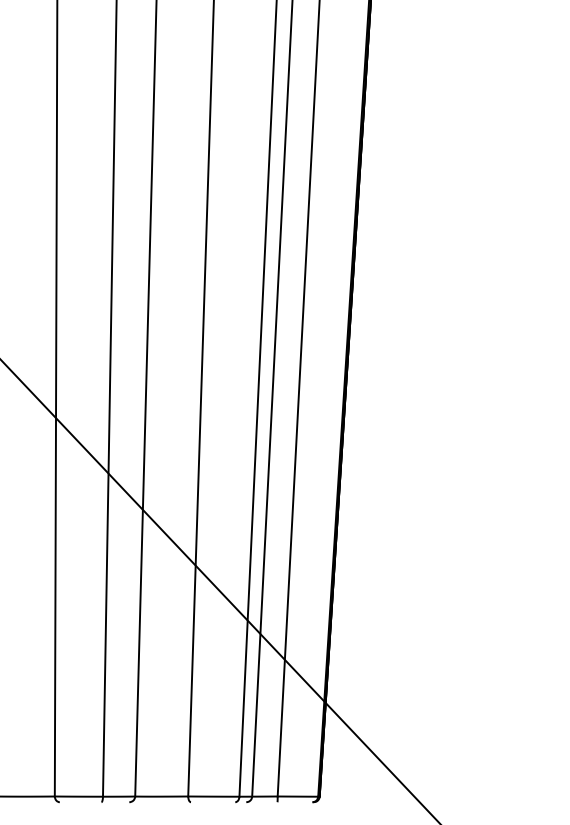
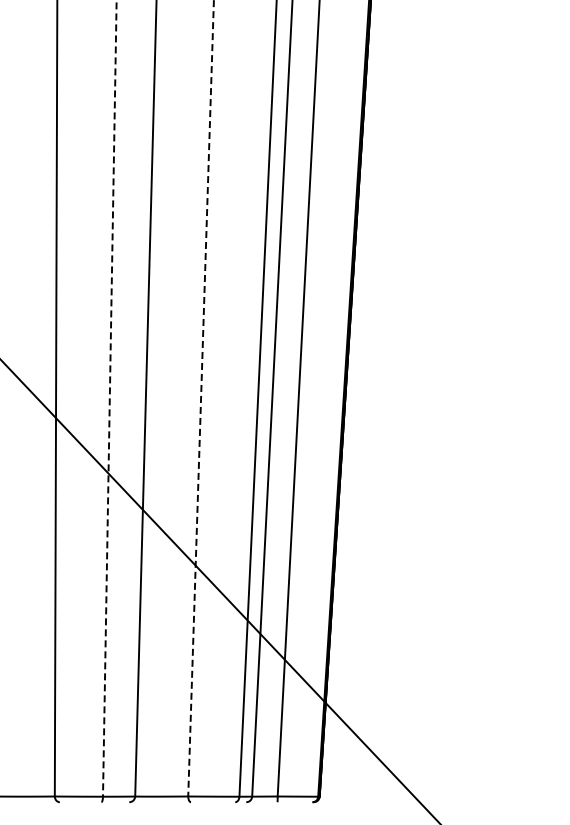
line at (109, 398): solid -> dashed
line at (201, 398): solid -> dashed
